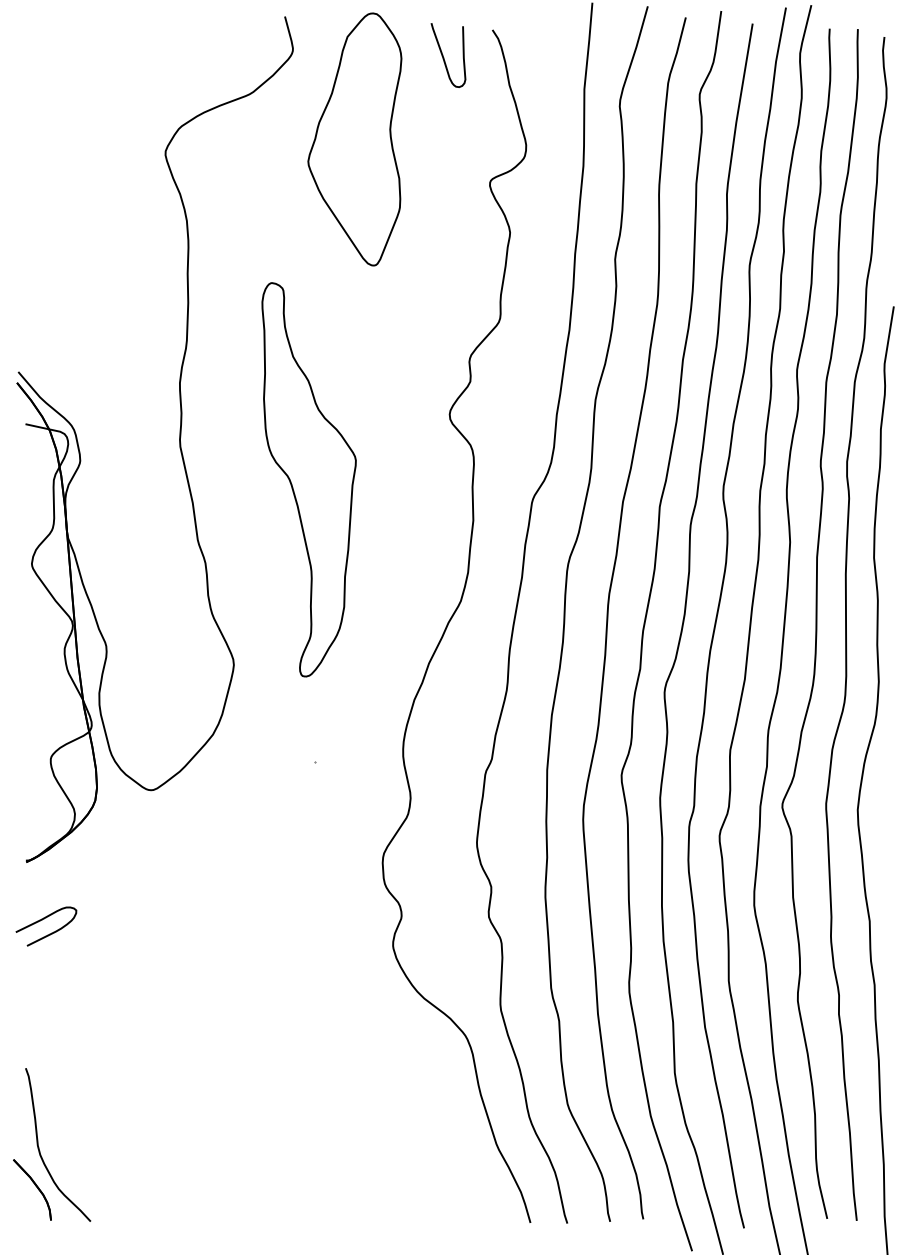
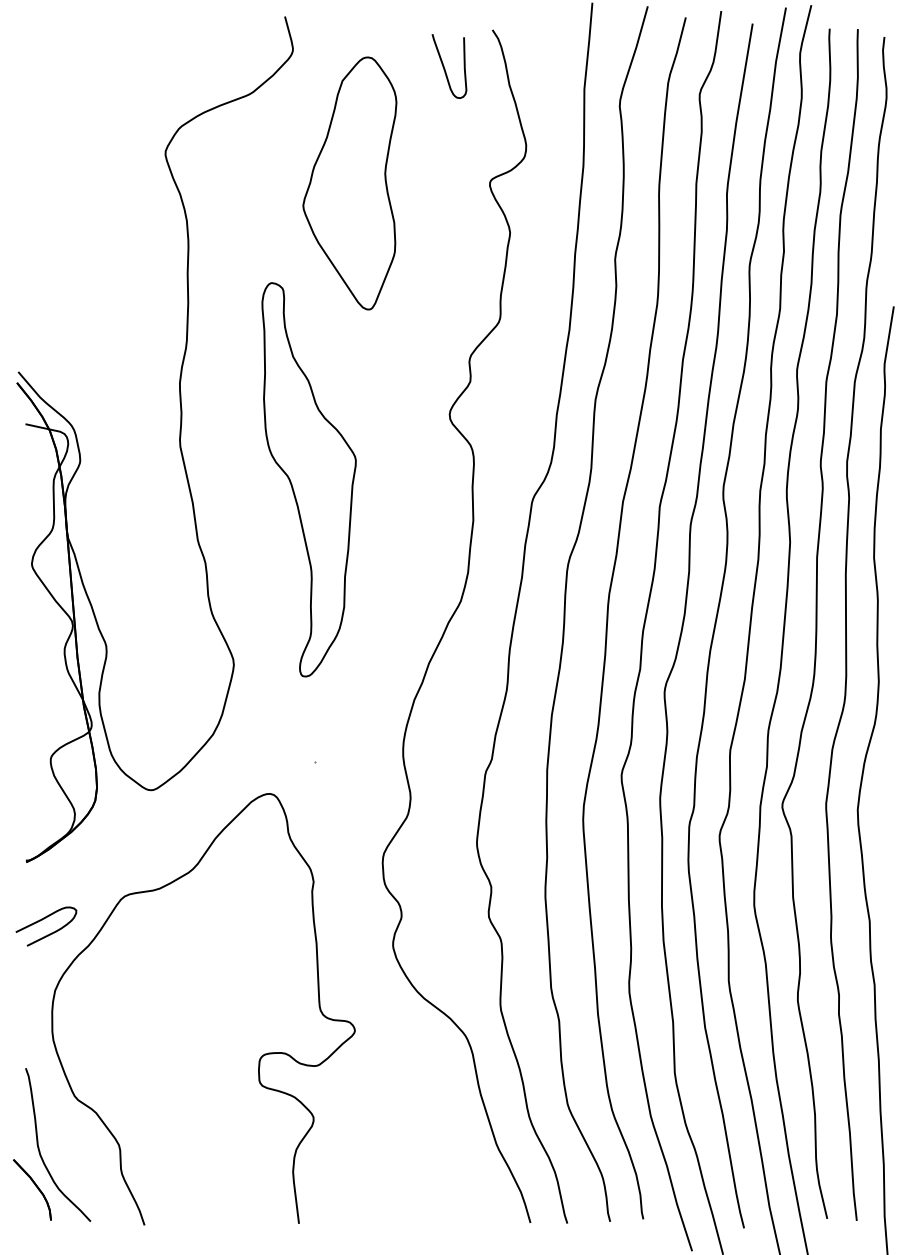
curve at (444, 57) position: (444, 57) -> (445, 68)
part at (354, 139) position: (354, 139) -> (349, 183)
curve at (261, 1055): none -> present
